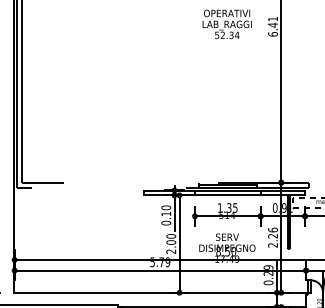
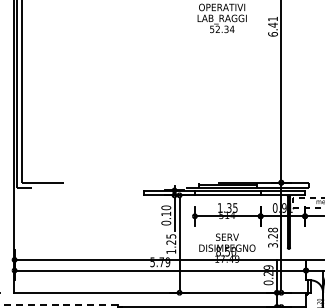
text at (226, 24) position: (226, 24) -> (221, 18)
text at (272, 237): 2.26 -> 3.28
text at (171, 243): 2.00 -> 1.25
line at (59, 305): solid -> dashed
